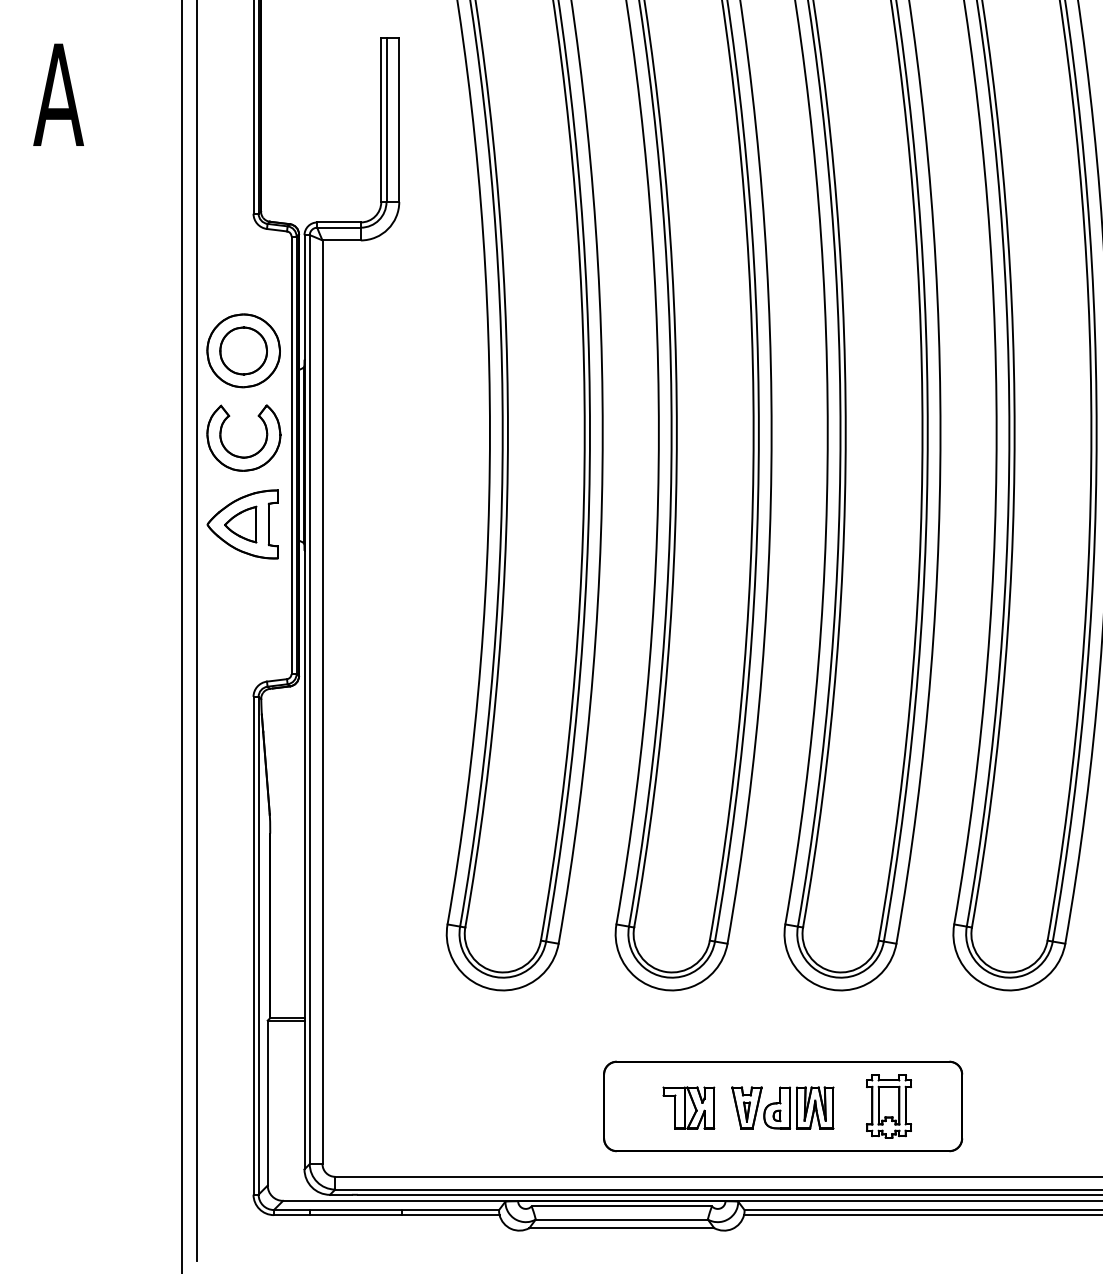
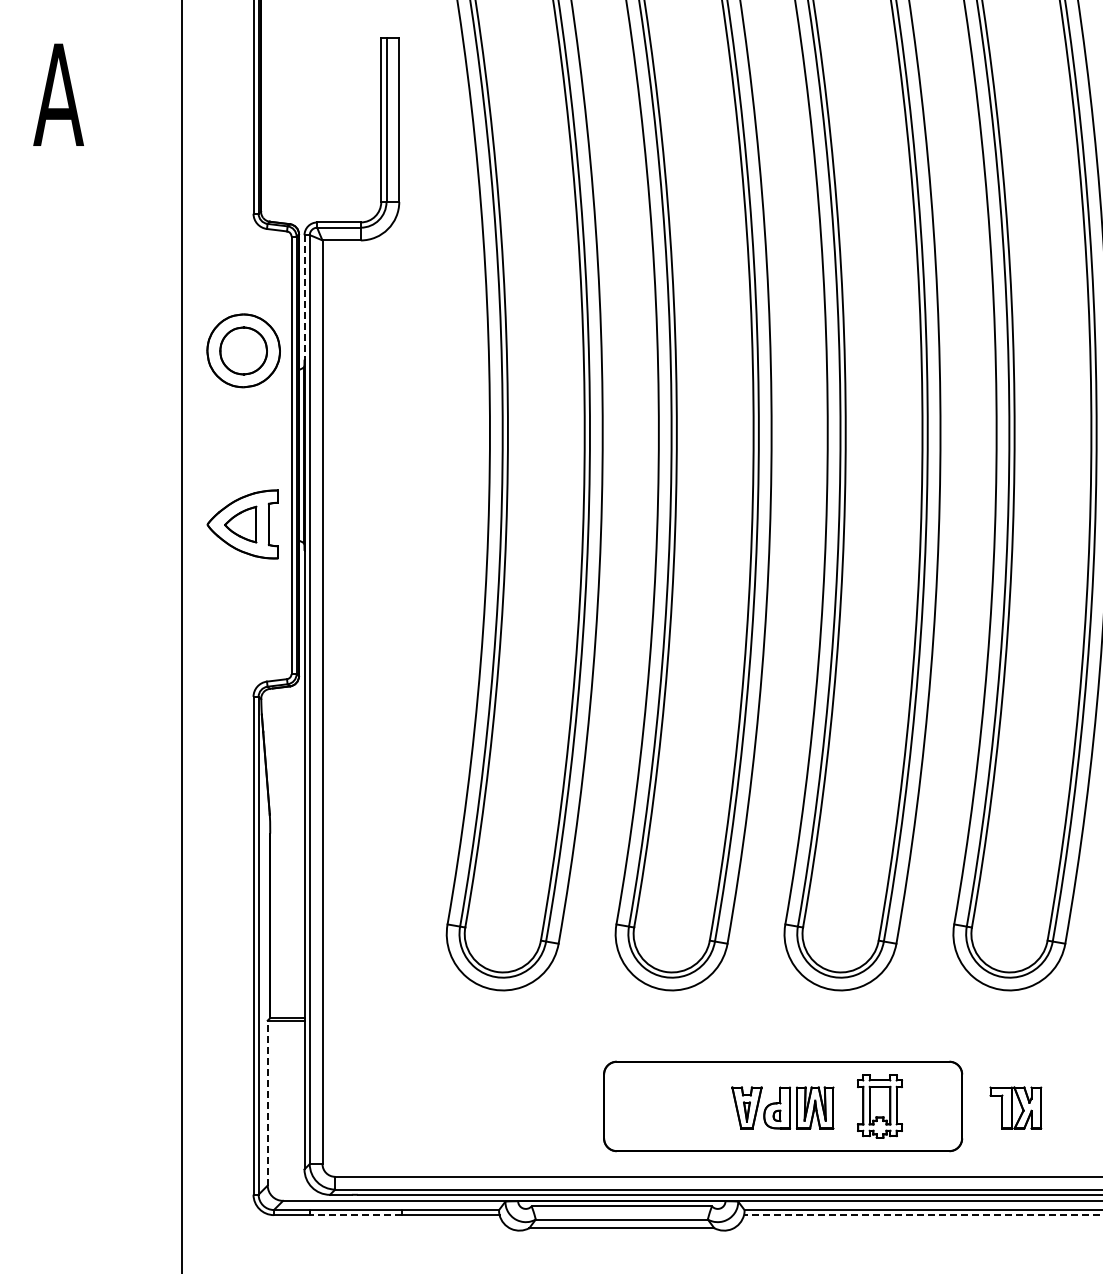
line at (304, 297): solid -> dashed
part at (238, 455): present -> none
line at (197, 631): present -> none
line at (267, 1102): solid -> dashed
part at (888, 1106) position: (888, 1106) -> (879, 1106)
part at (688, 1107) position: (688, 1107) -> (1015, 1107)
line at (355, 1215): solid -> dashed
line at (923, 1215): solid -> dashed
